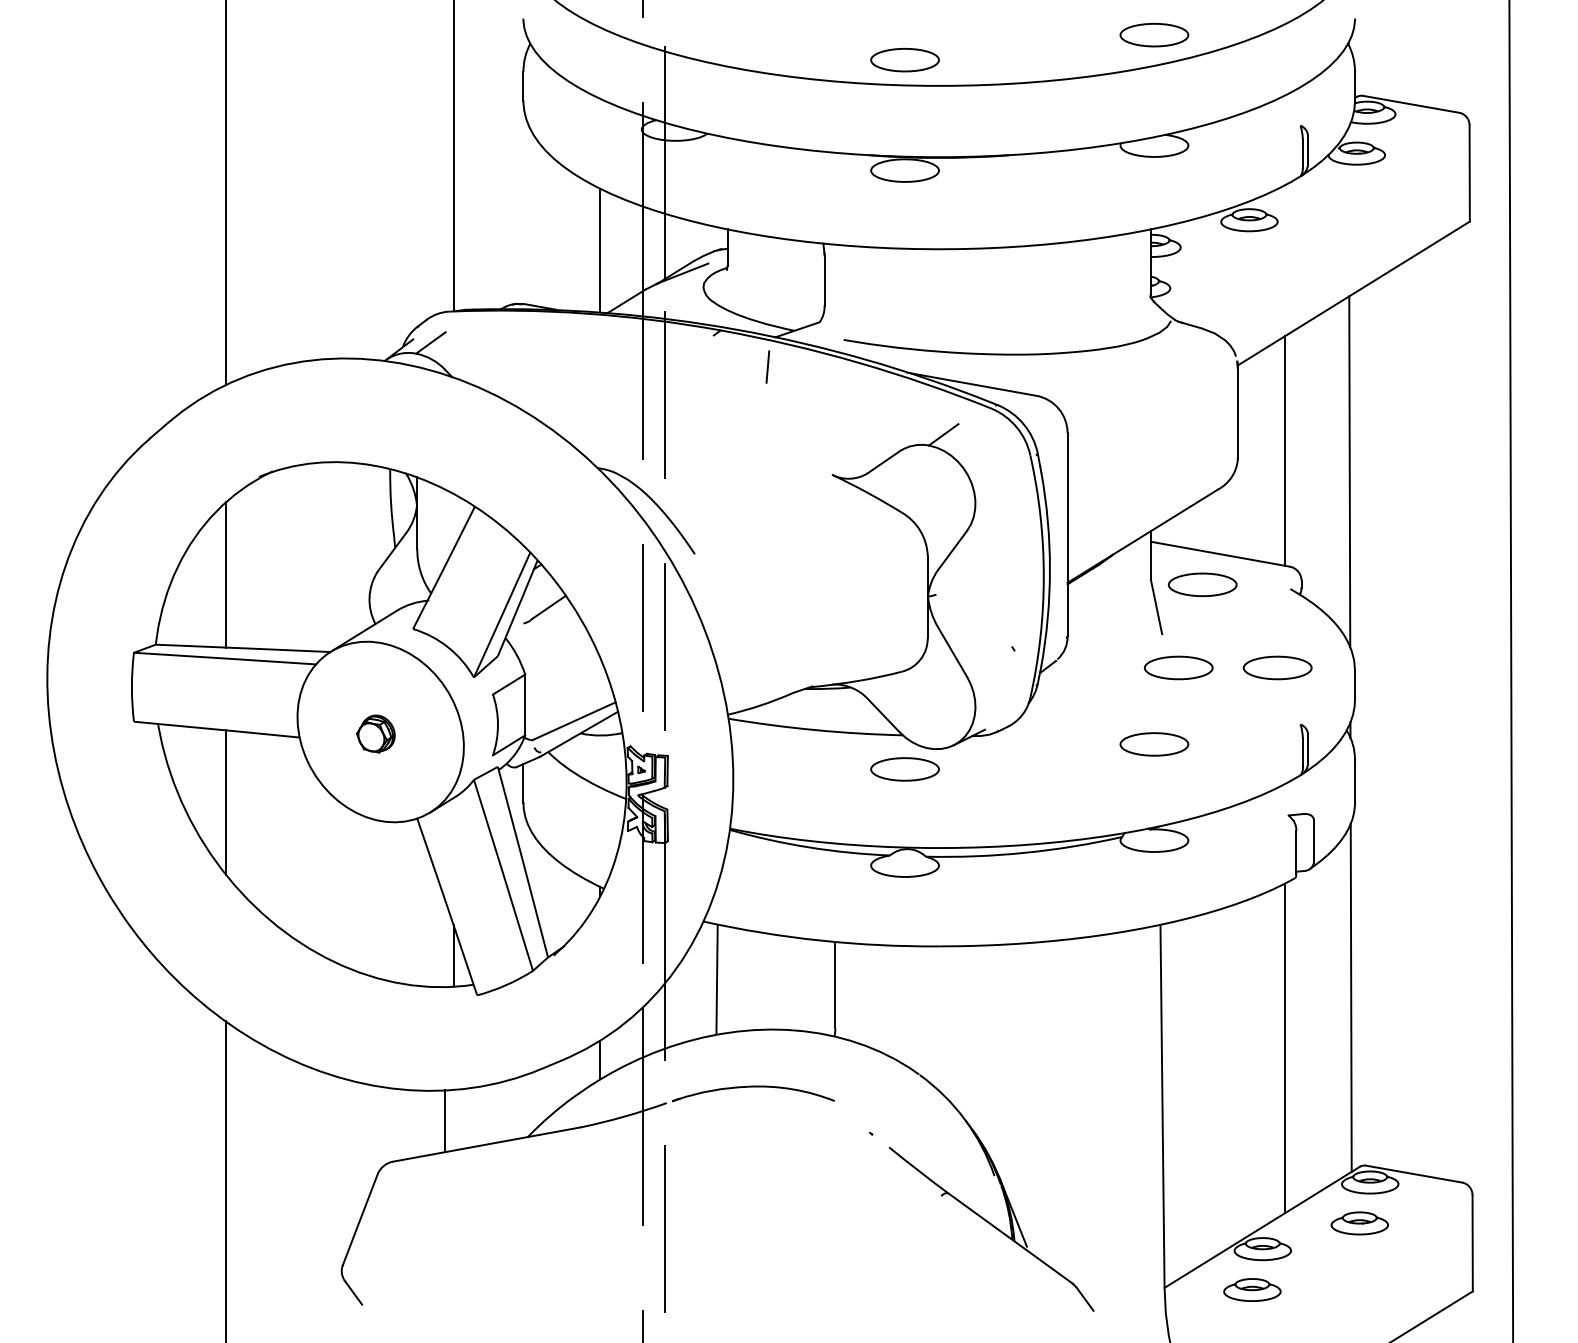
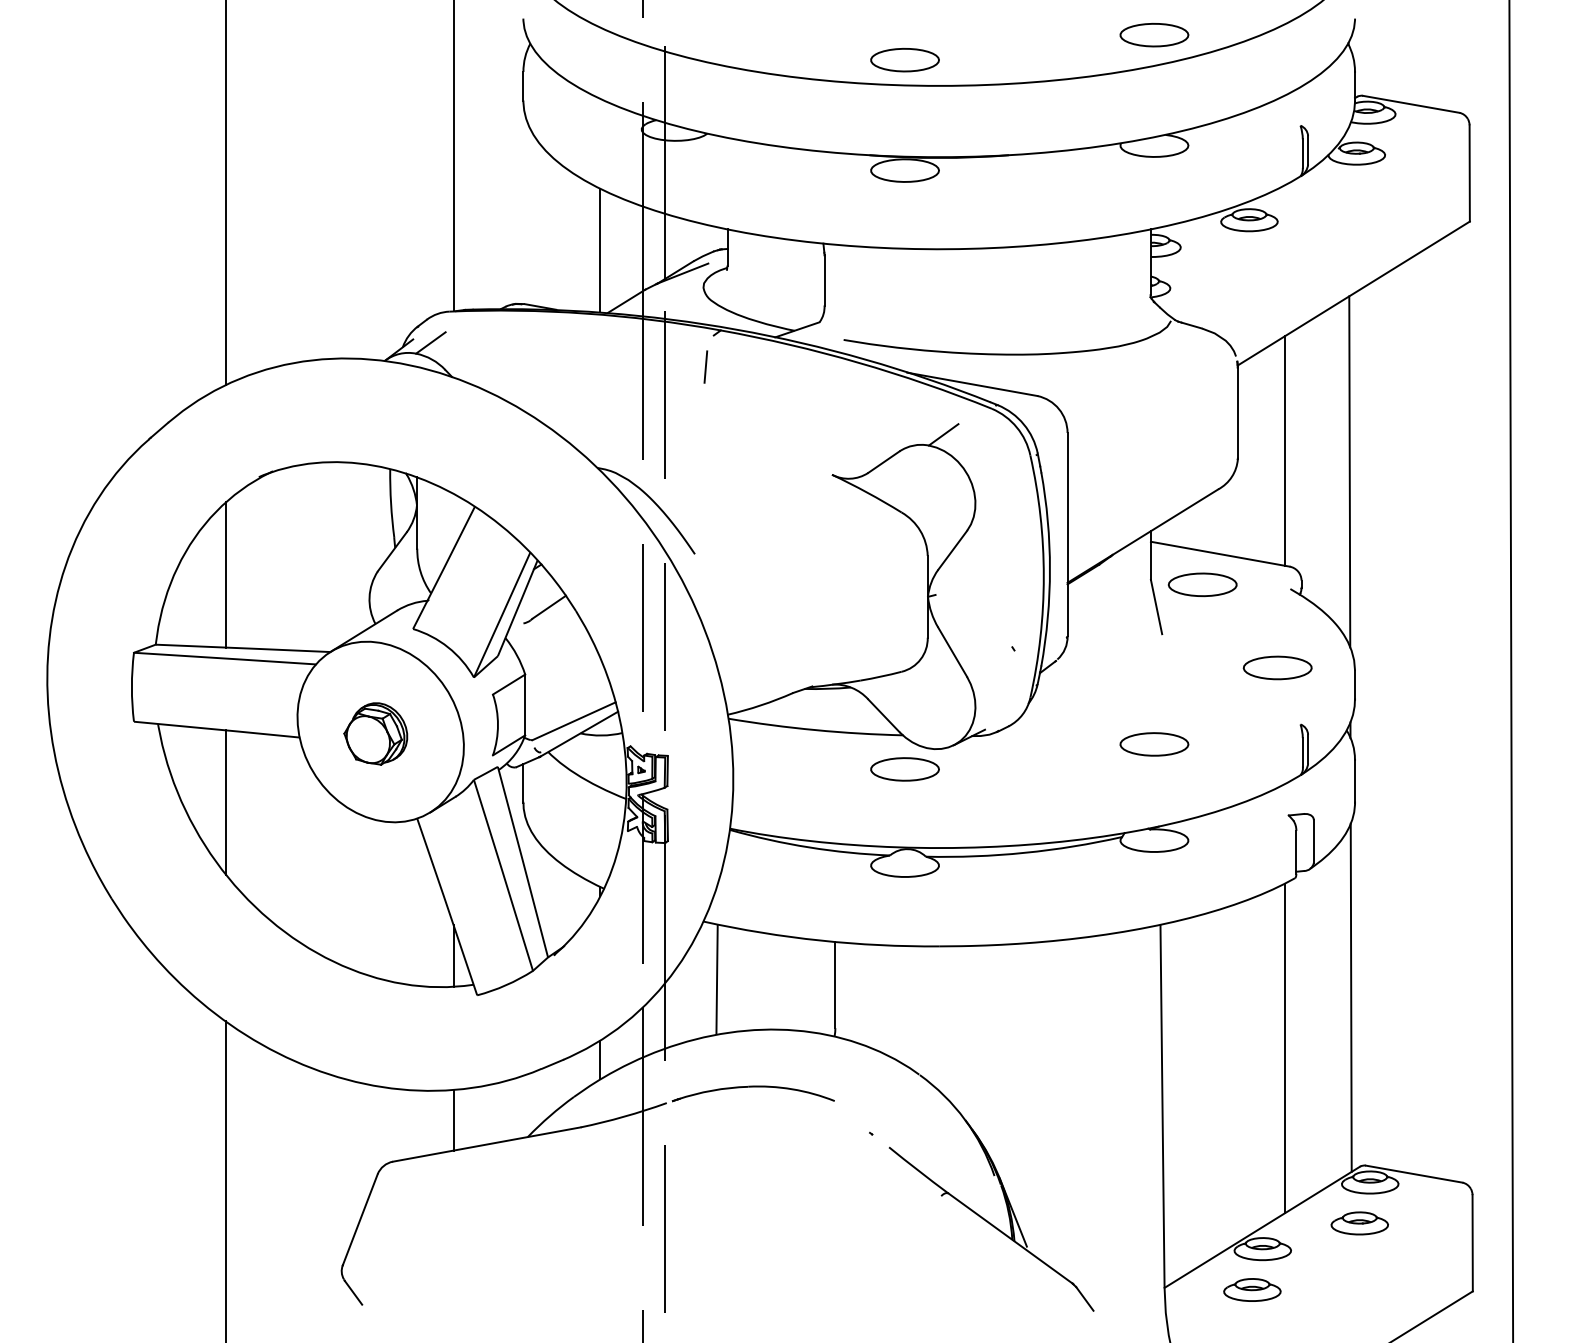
line at (767, 366) position: (767, 366) -> (705, 366)
part at (1178, 667): present -> none
part at (375, 733) size: 40x40 px -> 66x64 px
line at (444, 1119) position: (444, 1119) -> (453, 1119)
